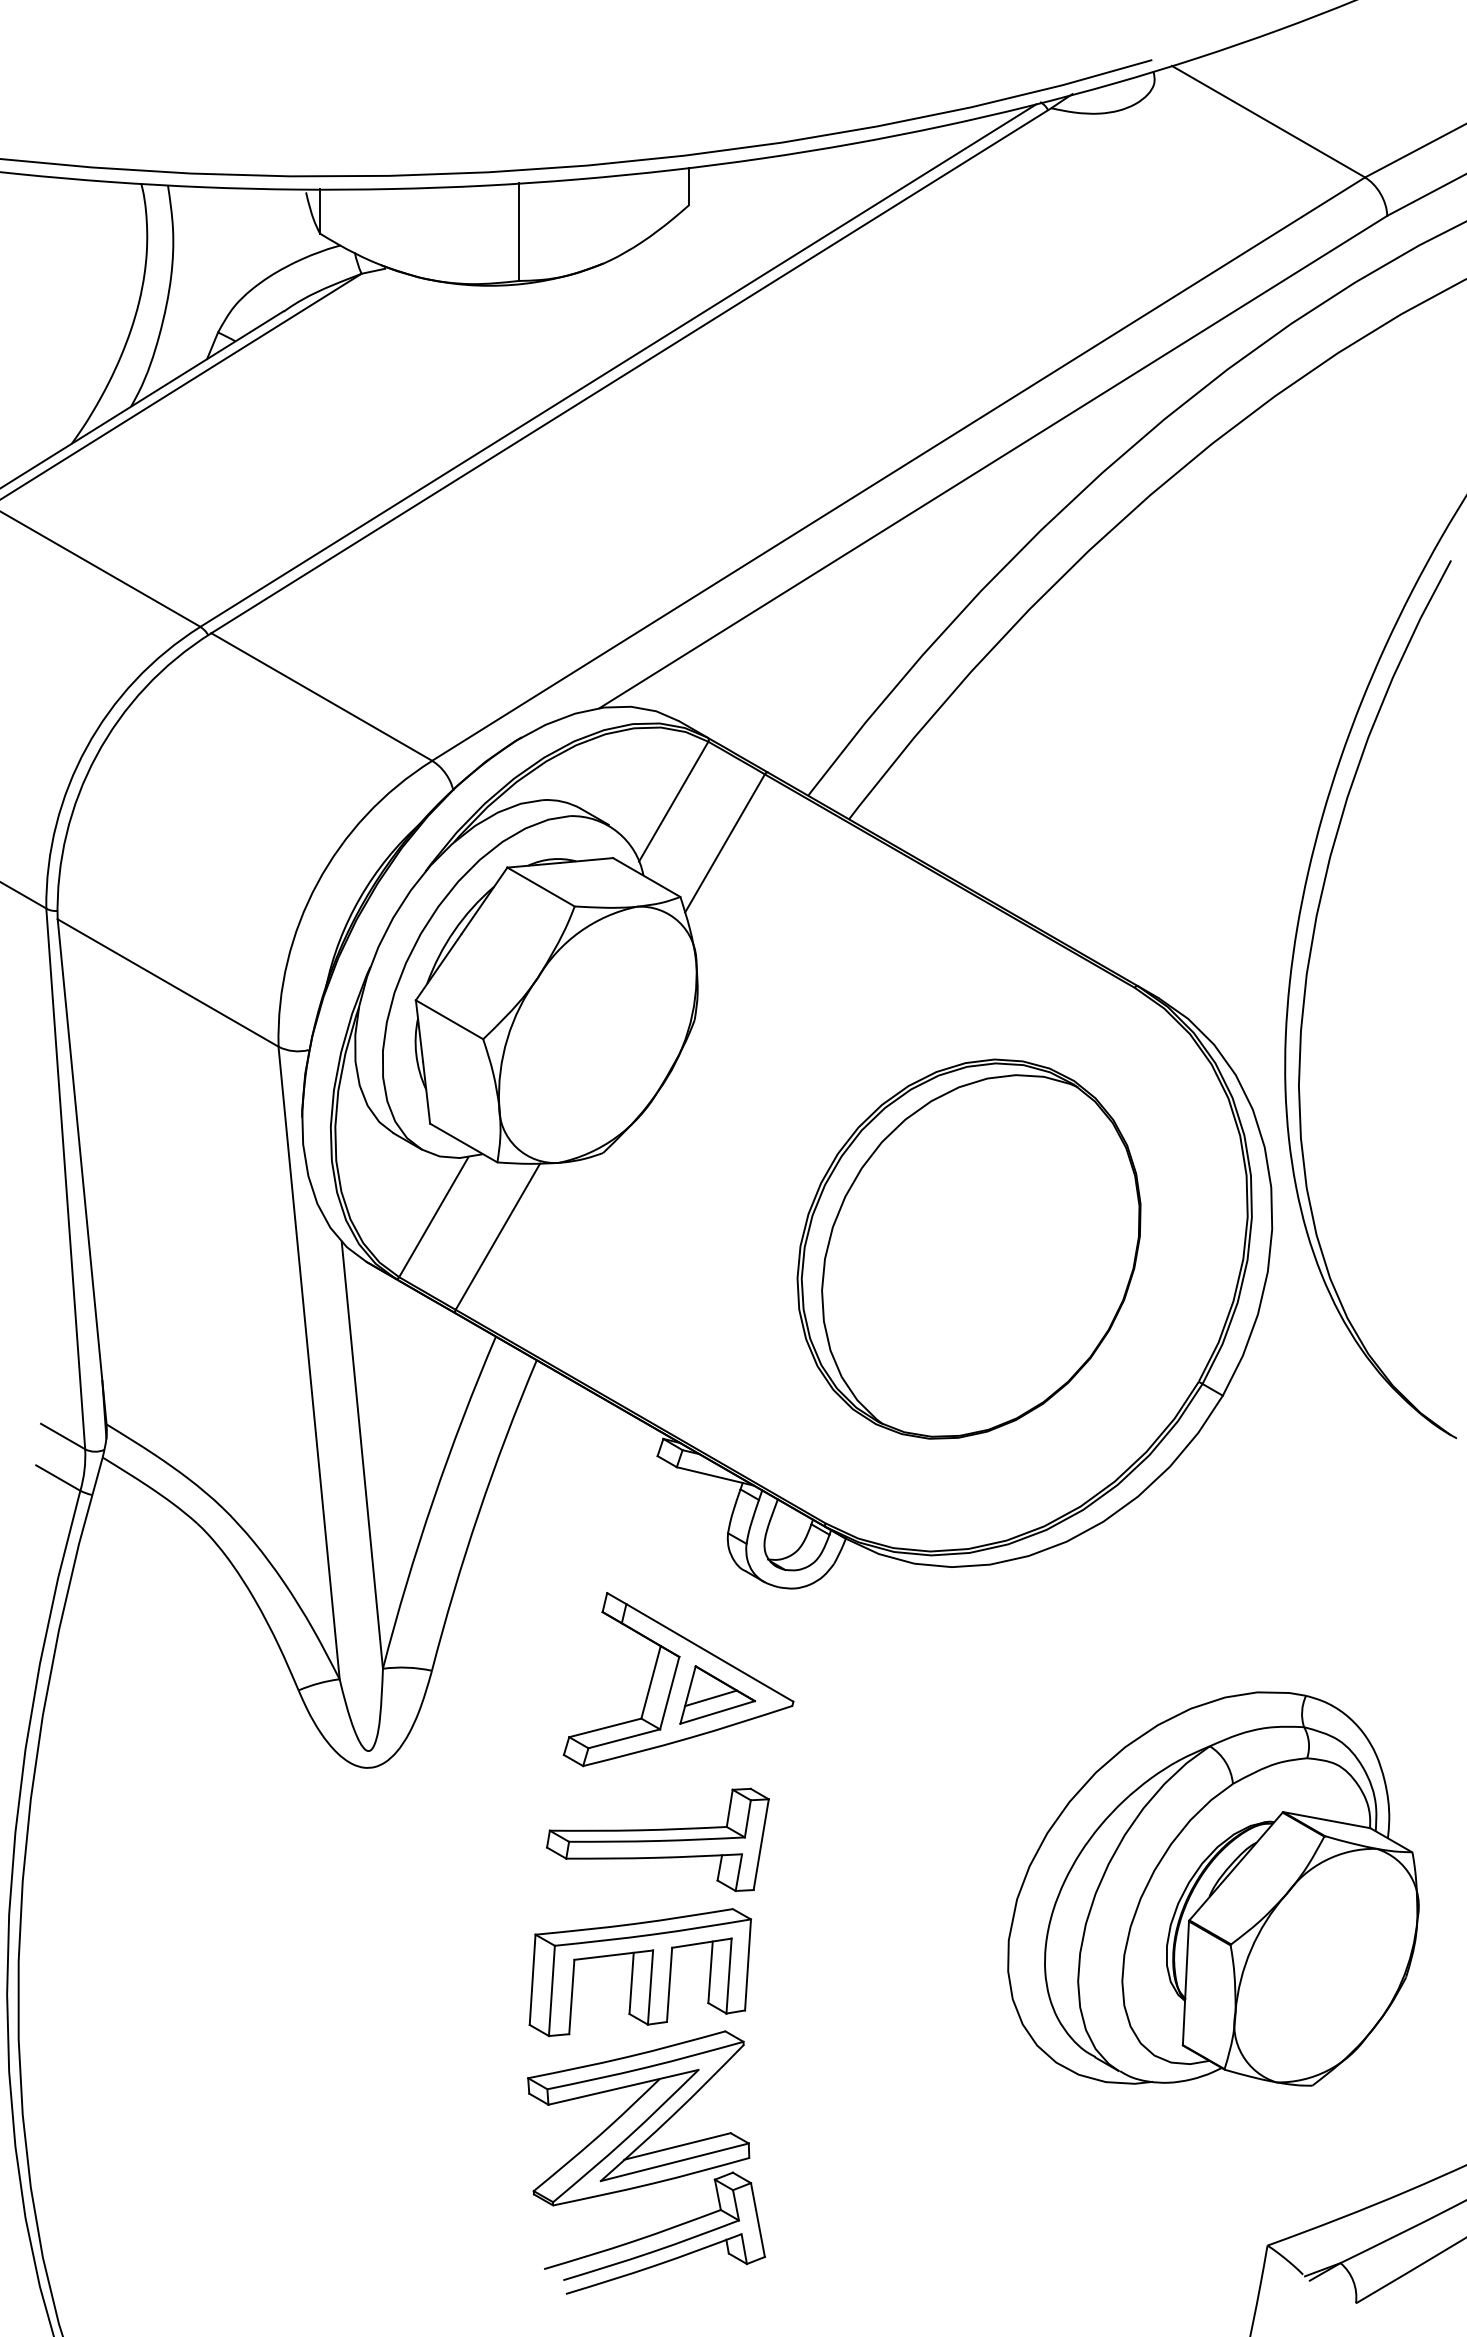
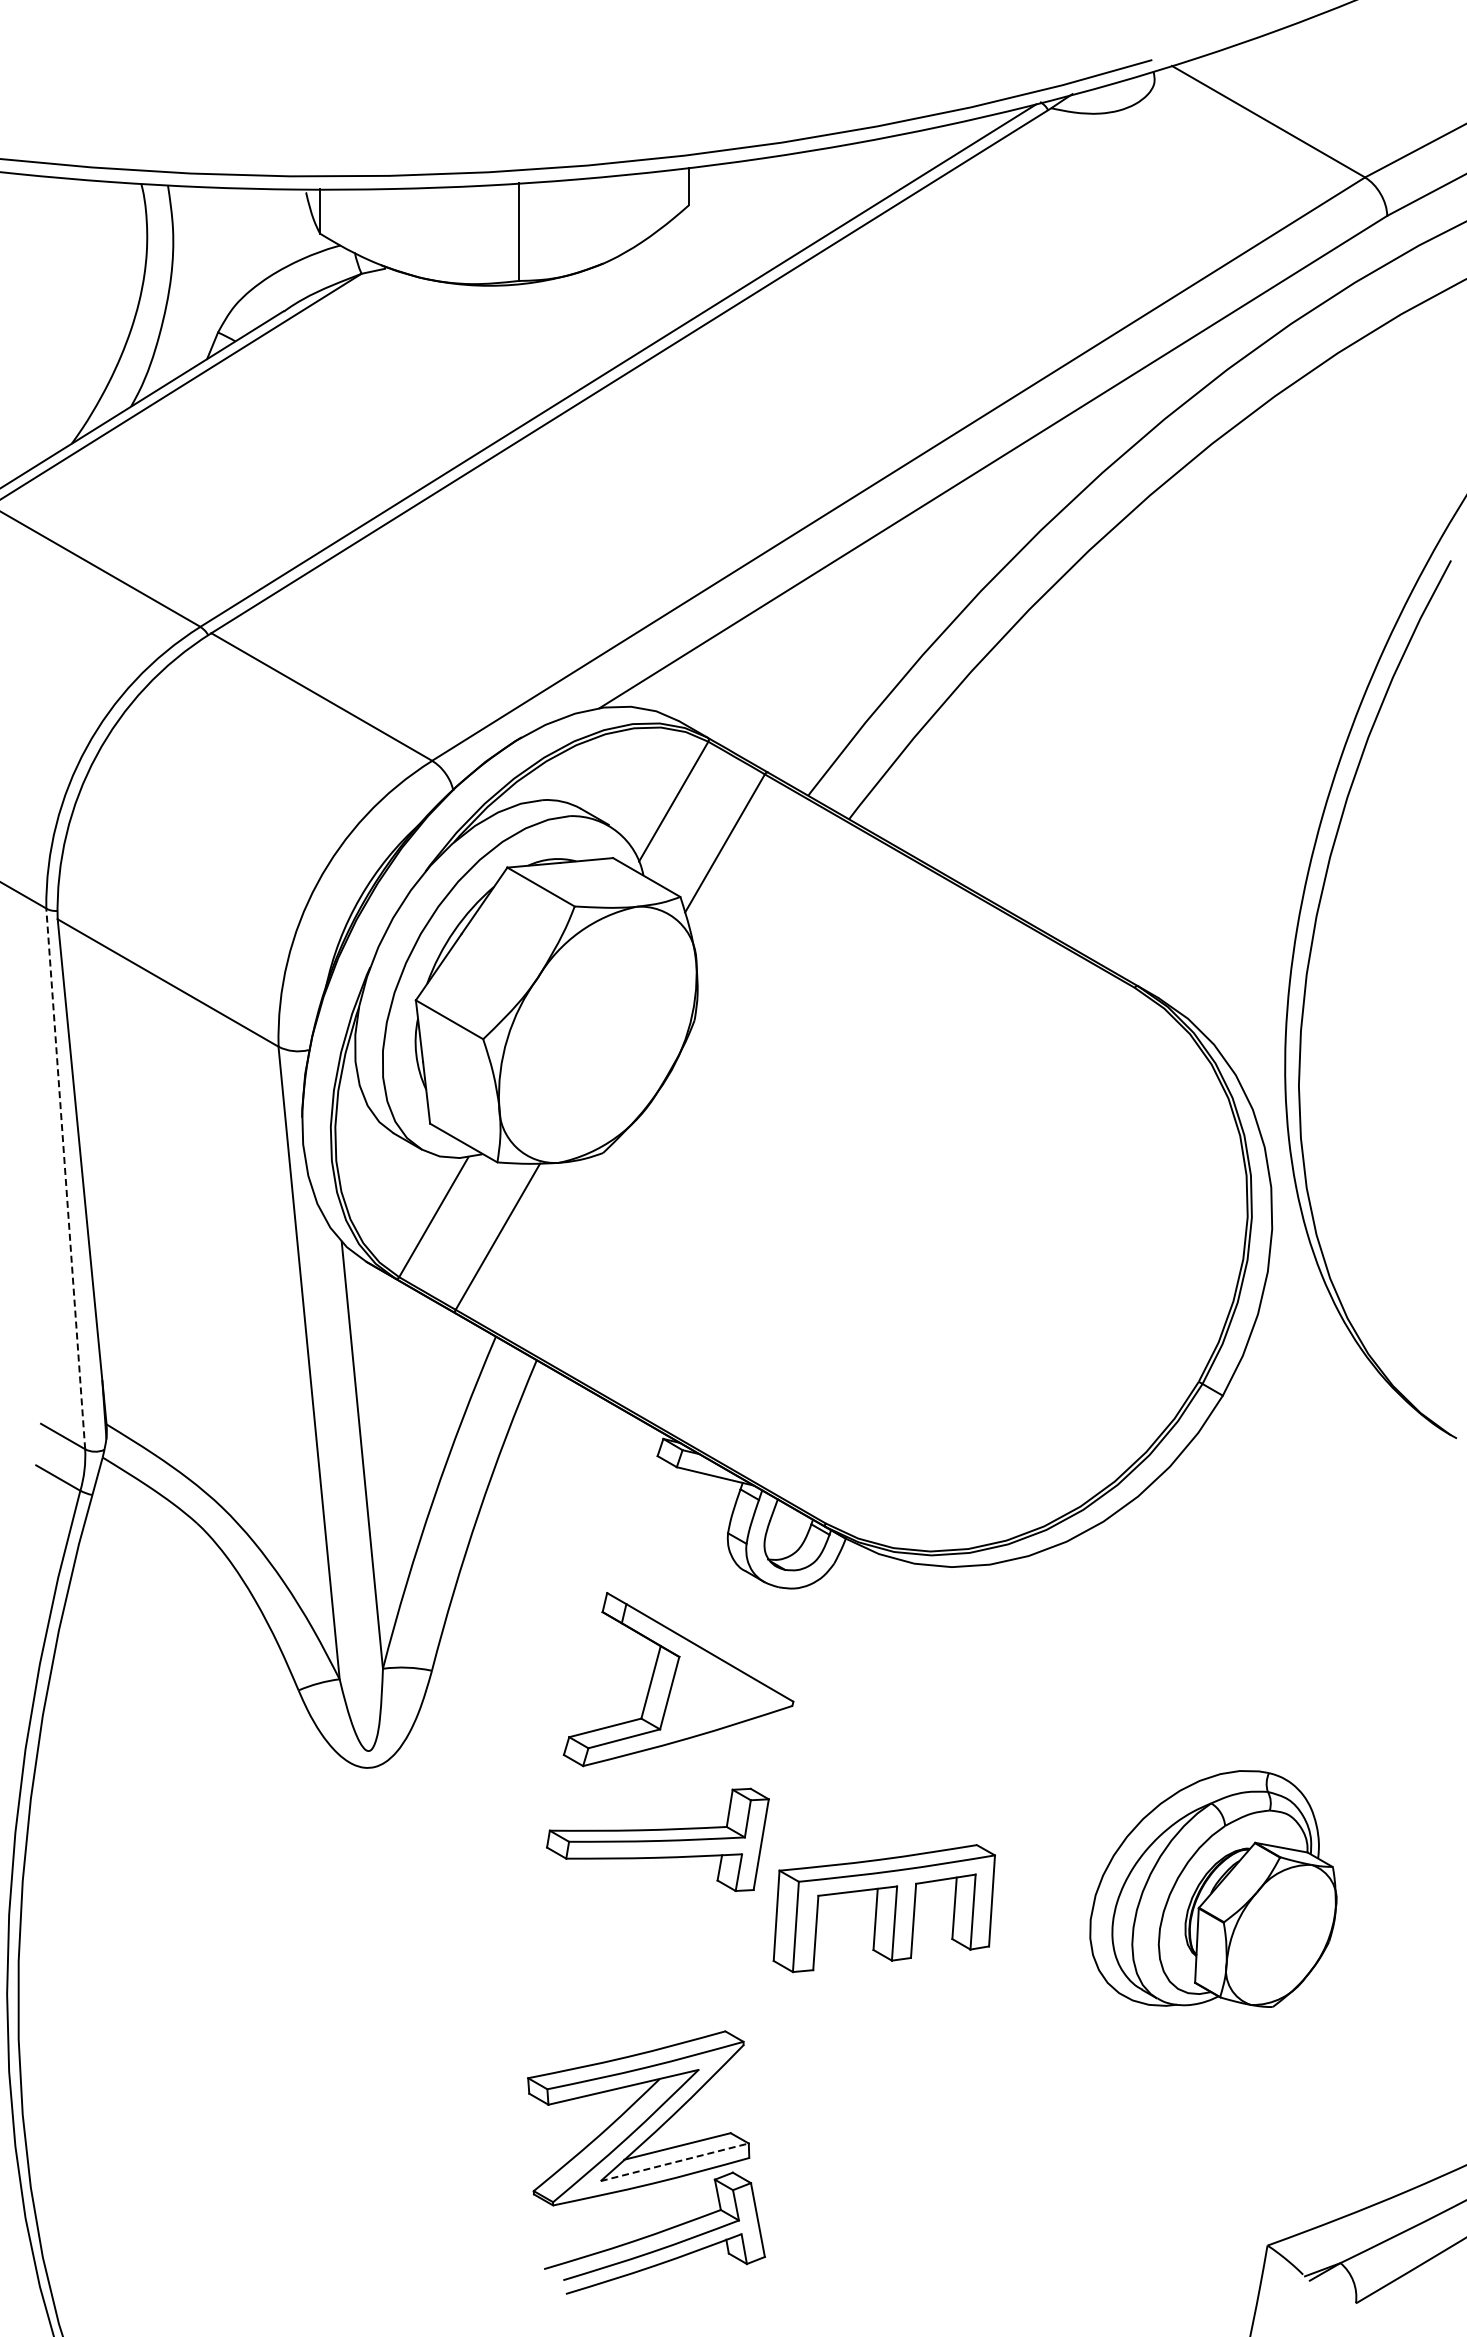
line at (65, 1178): solid -> dashed
part at (968, 1248): present -> none
part at (717, 1694): present -> none
part at (1213, 1888) size: 413x396 px -> 249x238 px
part at (639, 1972) position: (639, 1972) -> (883, 1908)
line at (675, 2162): solid -> dashed
